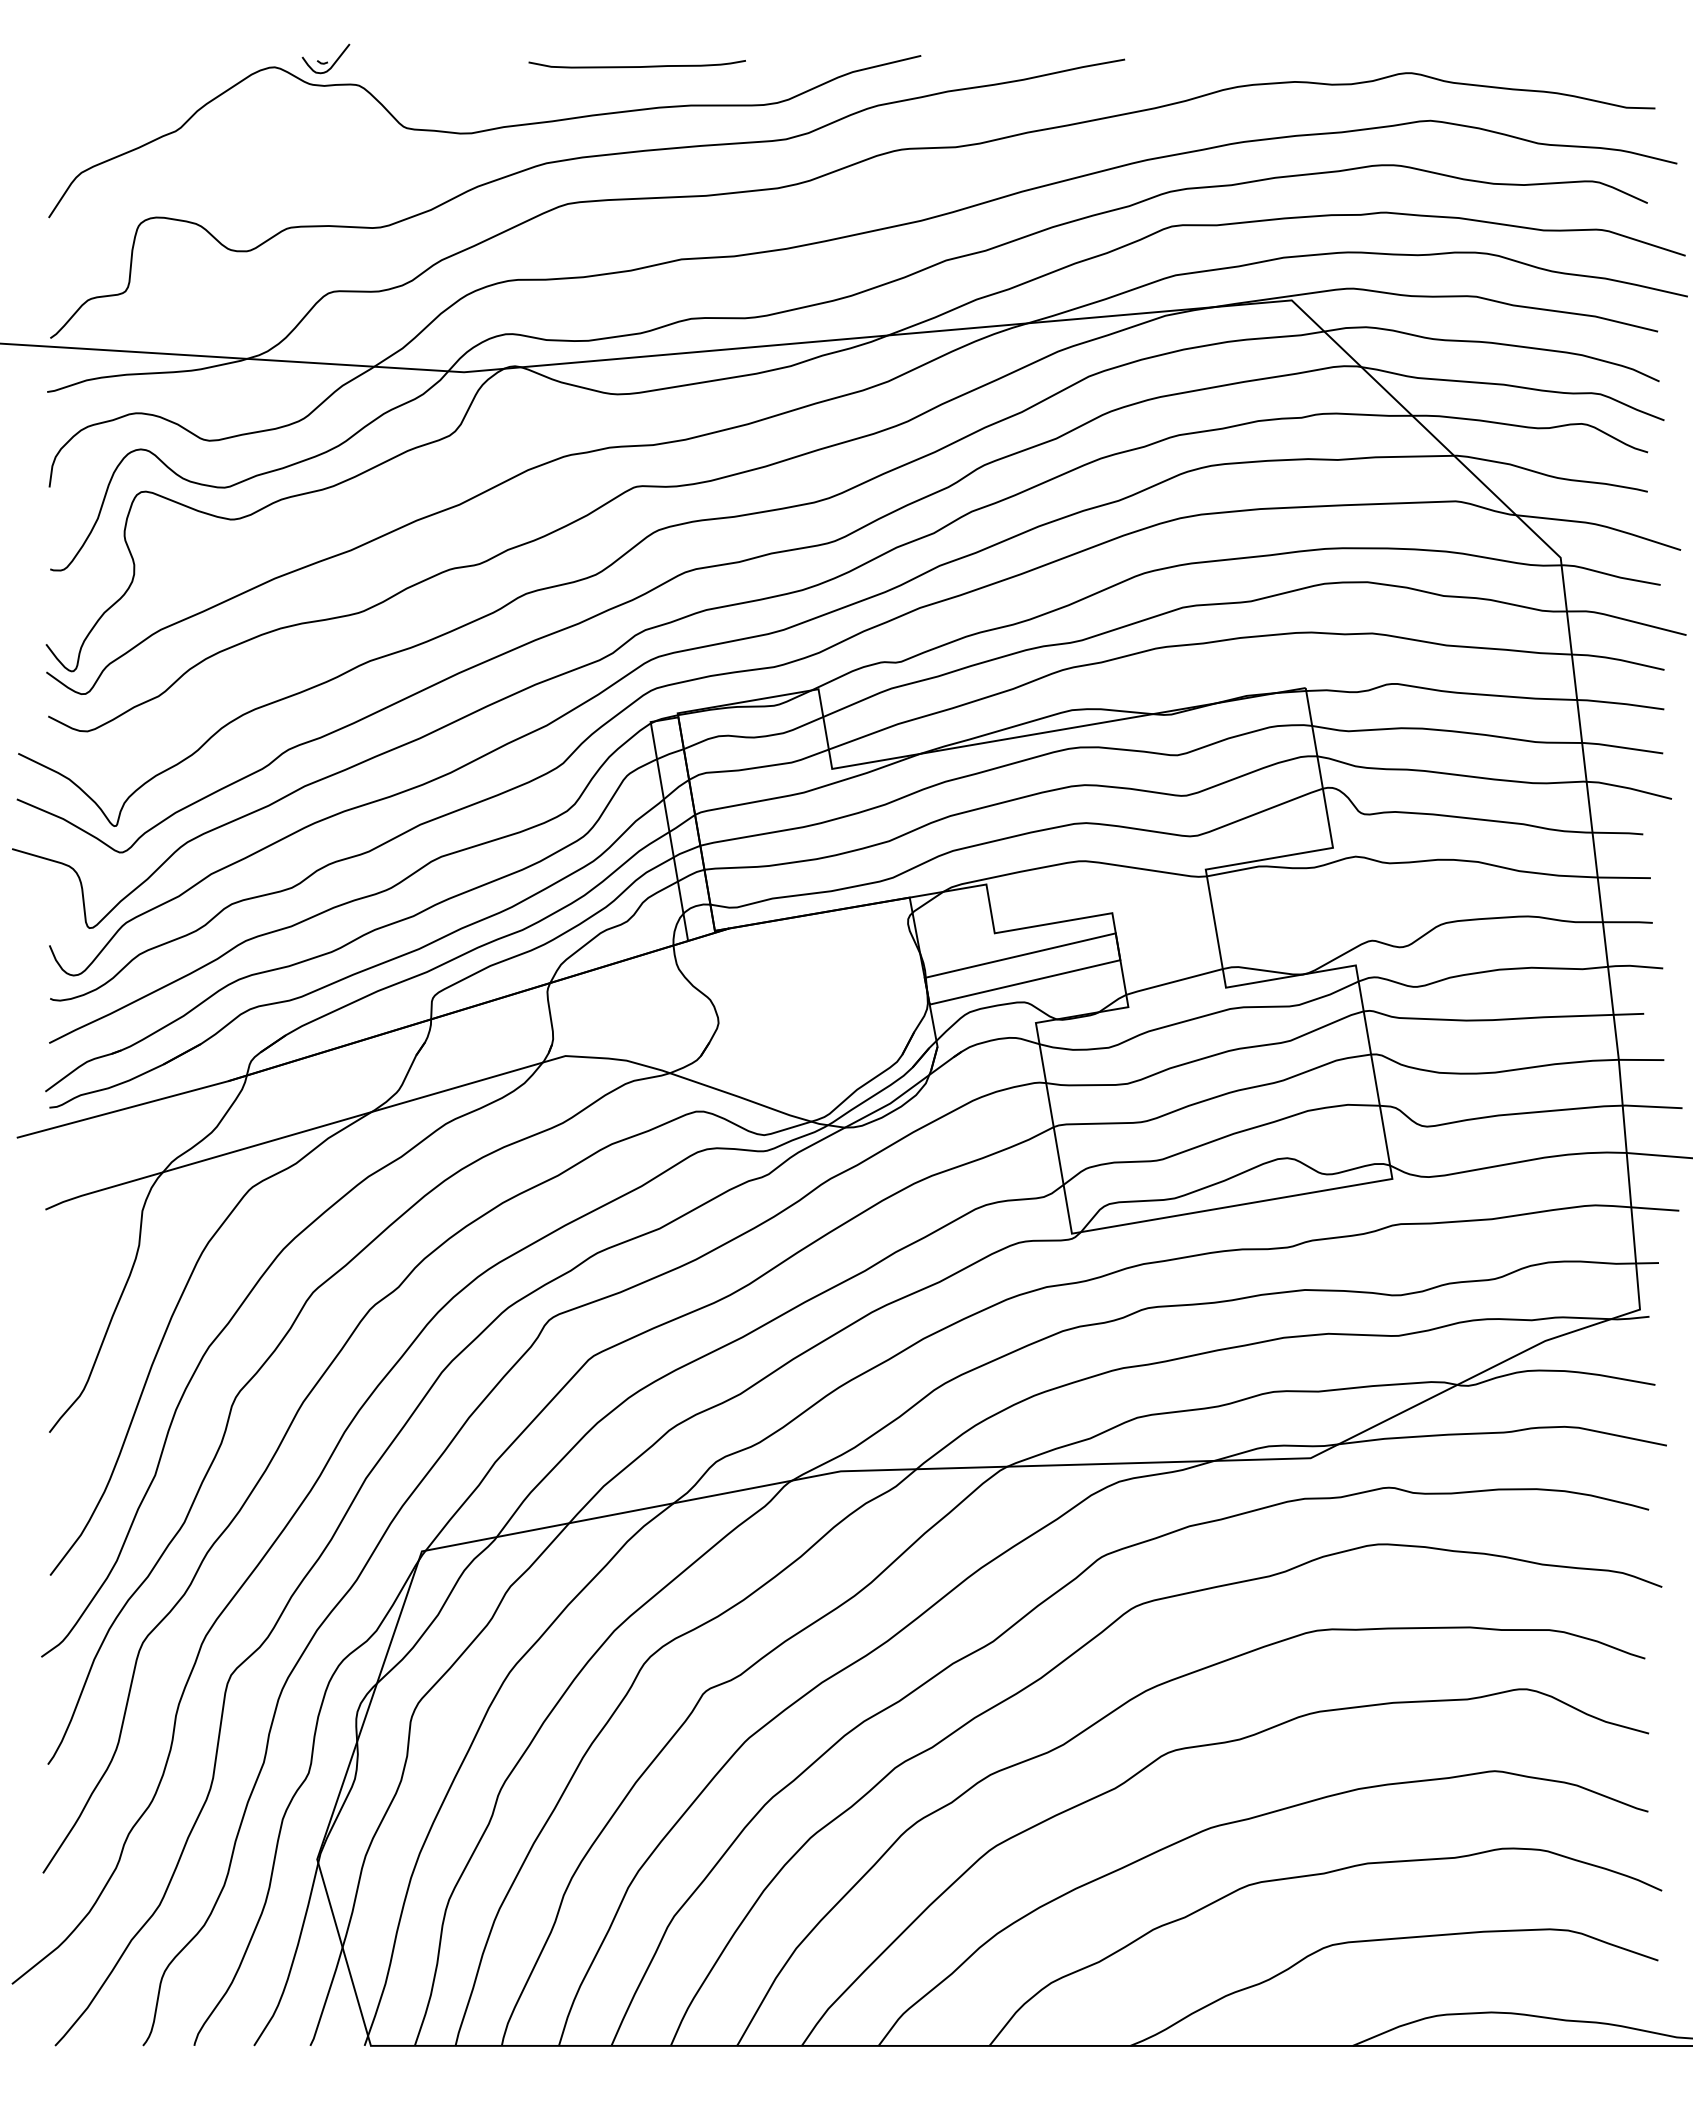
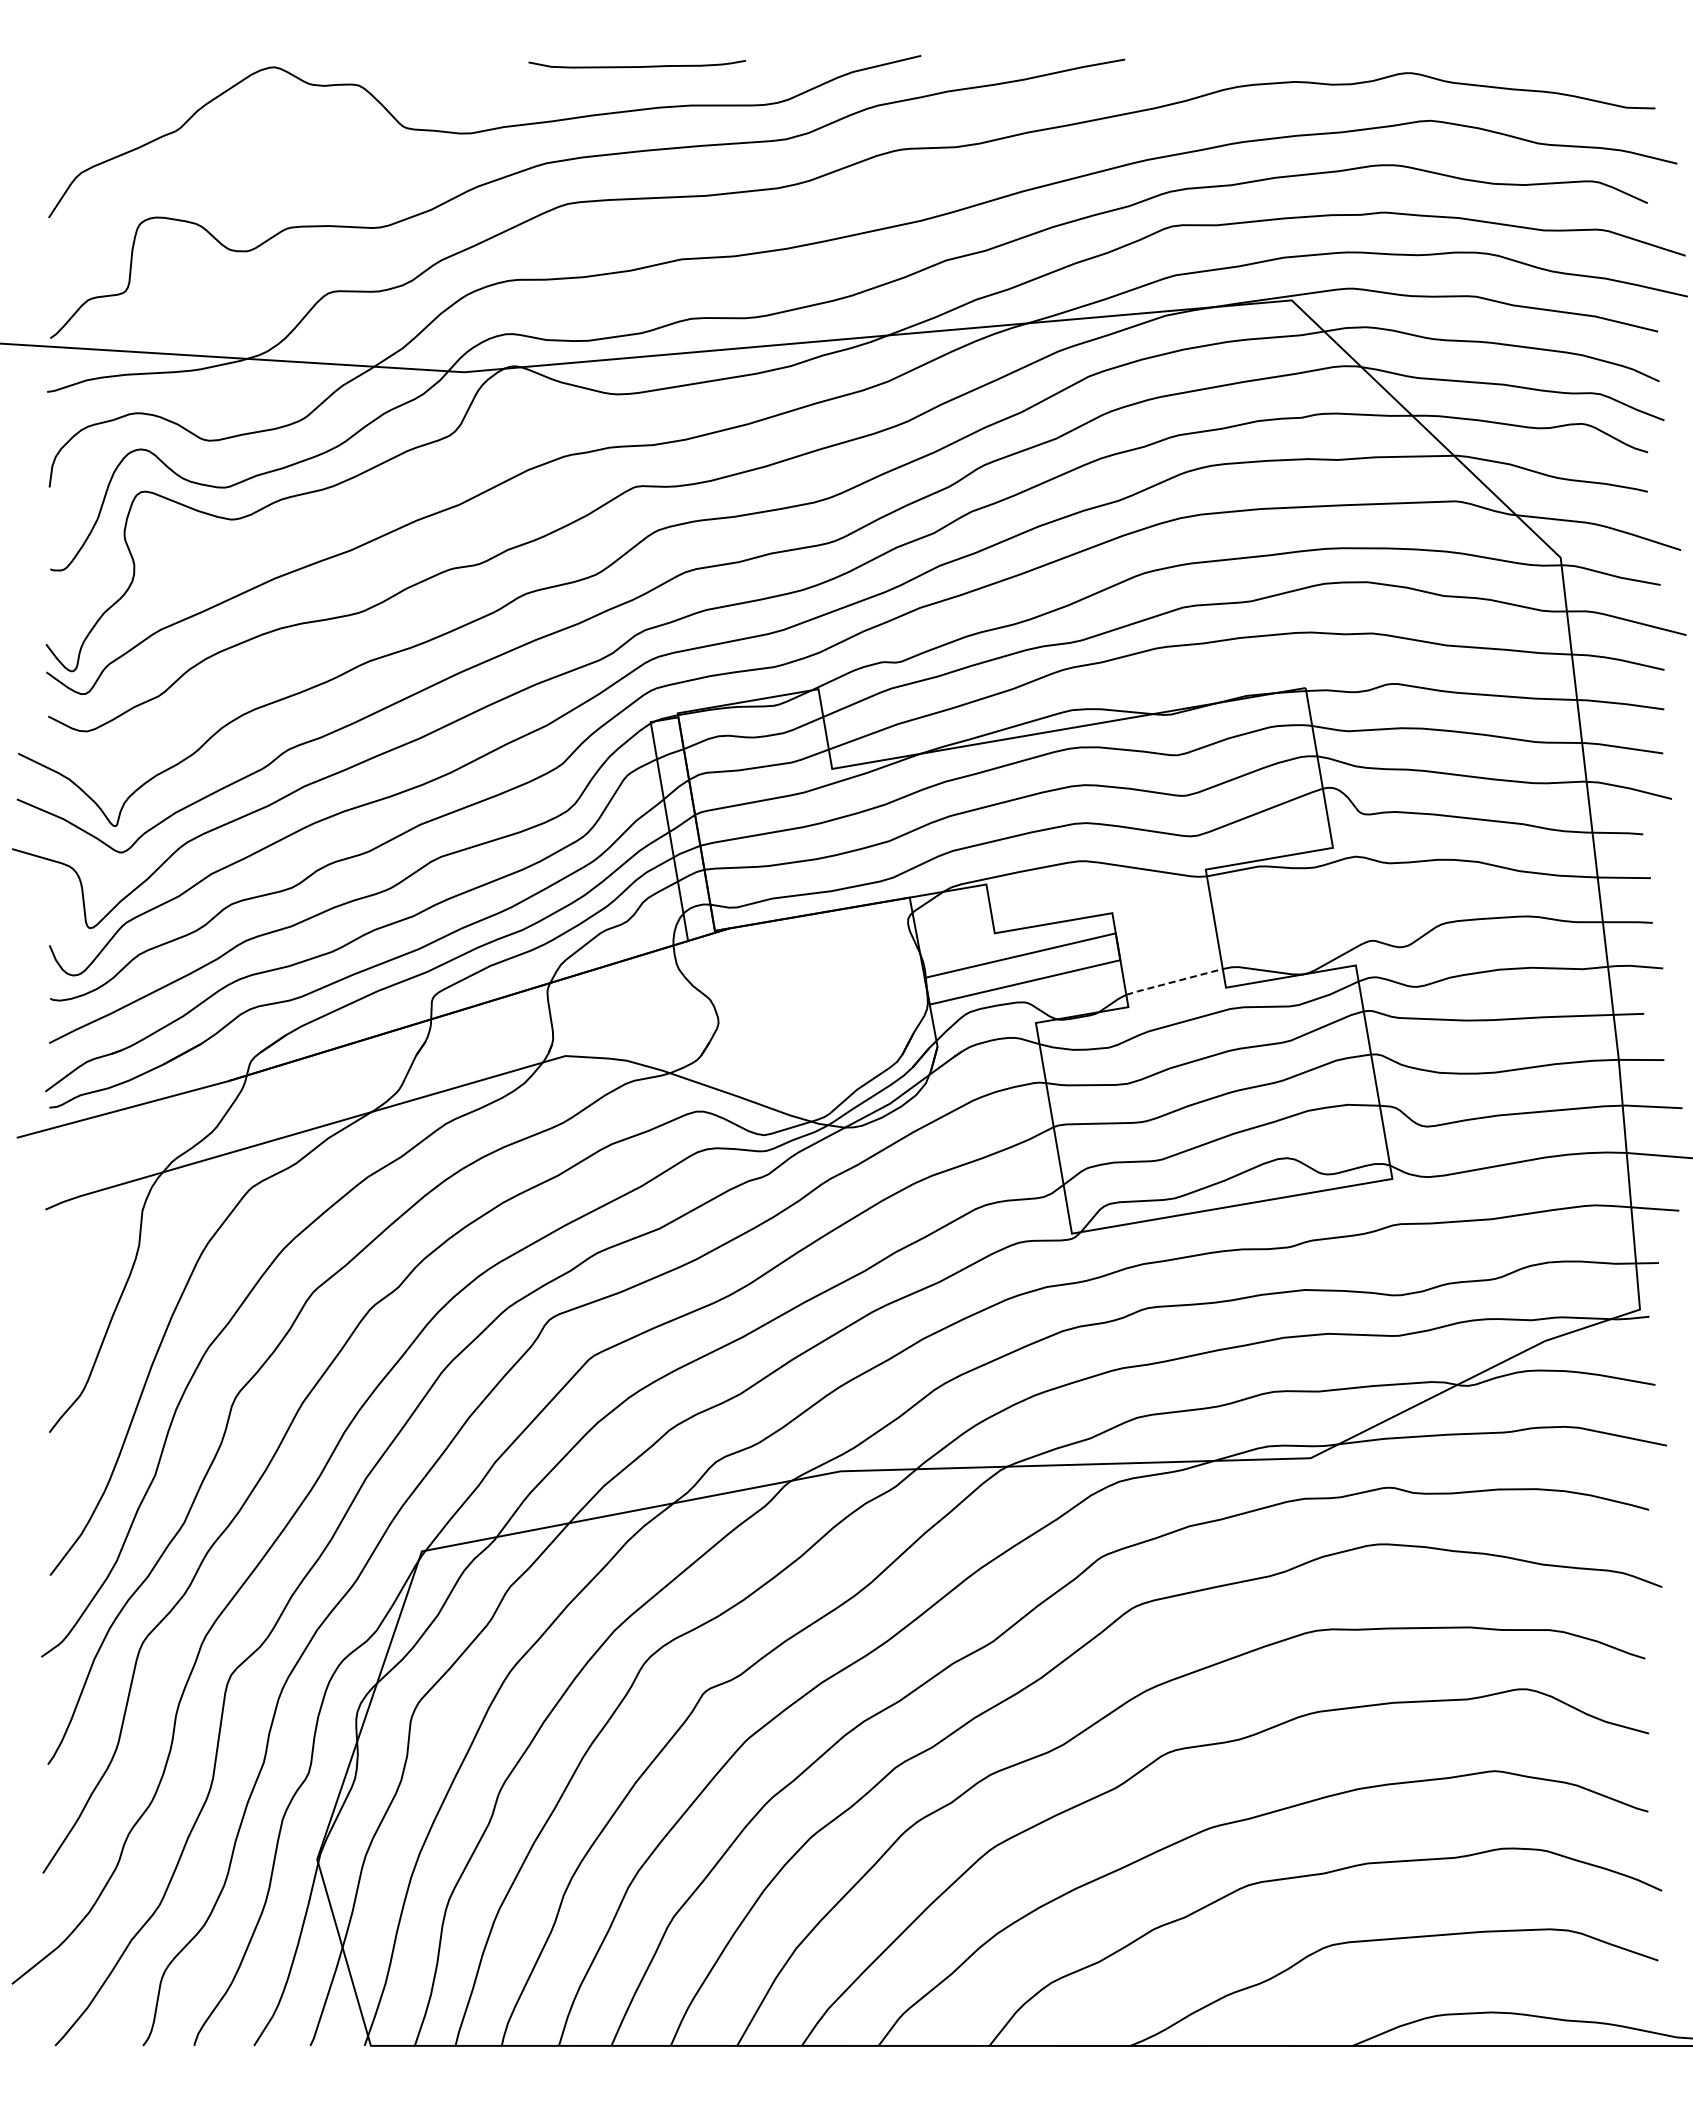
part at (325, 58): present -> none
line at (1173, 981): solid -> dashed
